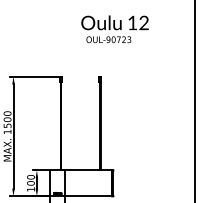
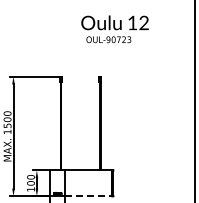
line at (88, 196): solid -> dashed
